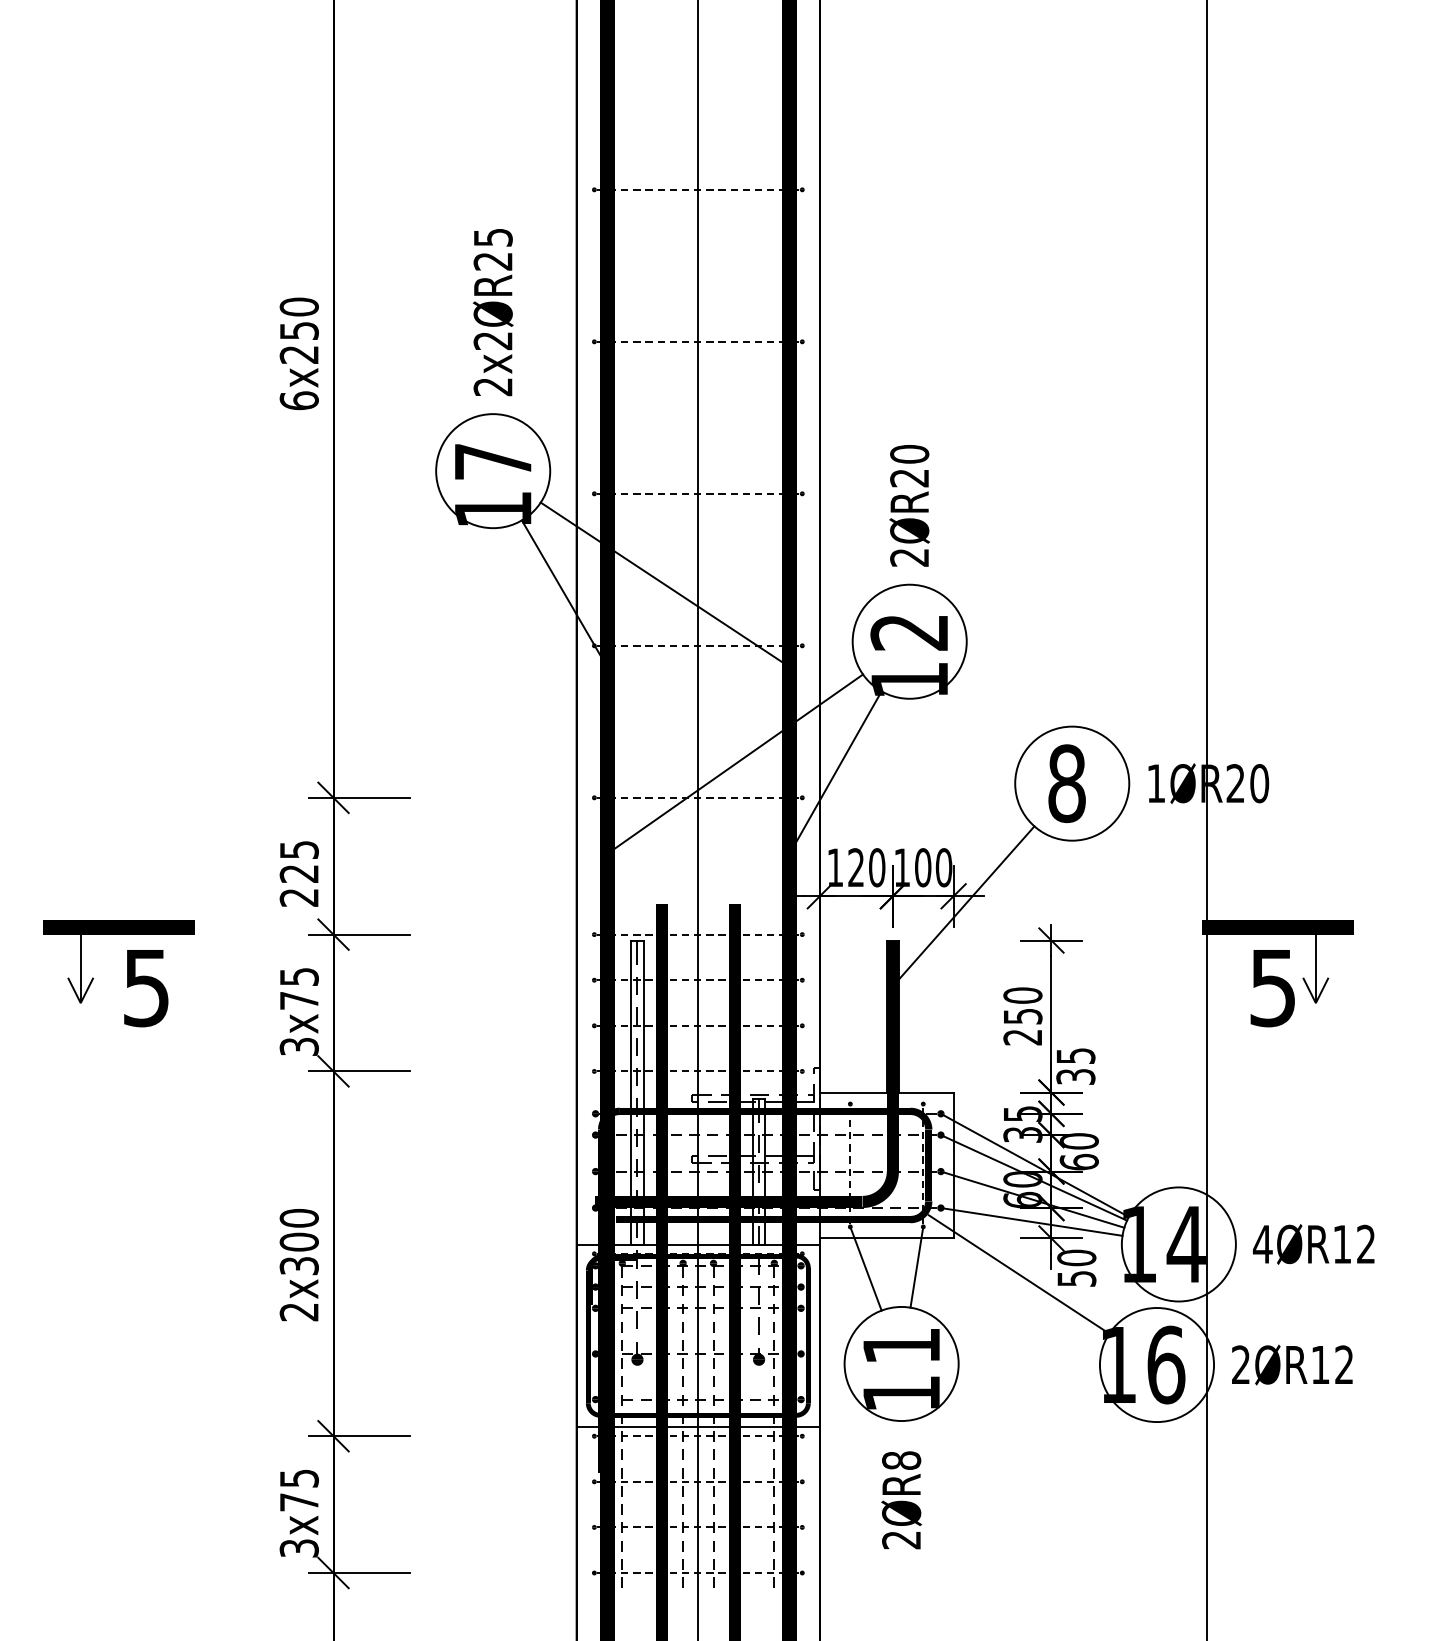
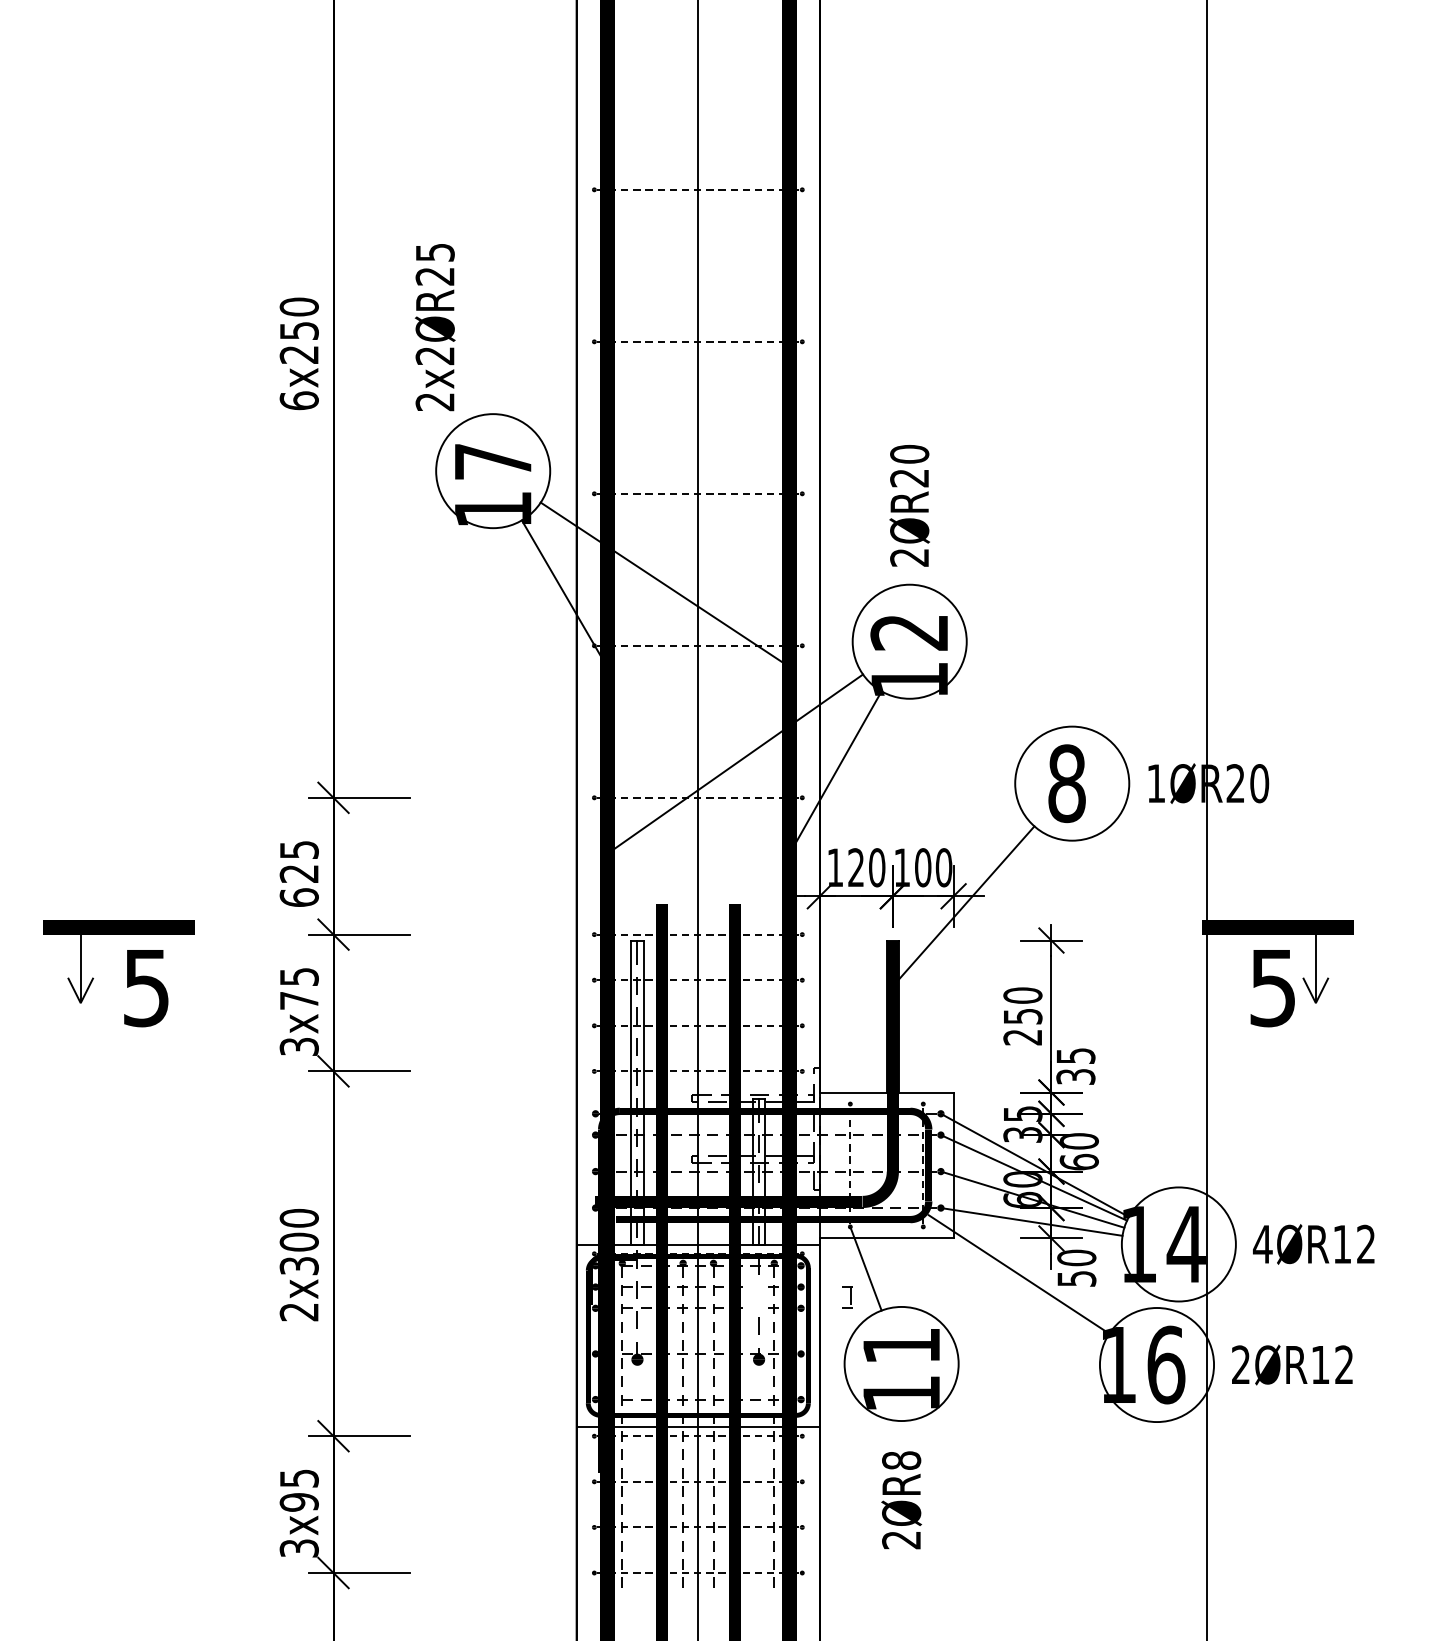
text at (492, 312) position: (492, 312) -> (434, 327)
text at (298, 897): 225 -> 625
line at (916, 1266): present -> none
part at (755, 1297) position: (755, 1297) -> (847, 1297)
text at (298, 1502): 3x75 -> 3x95
